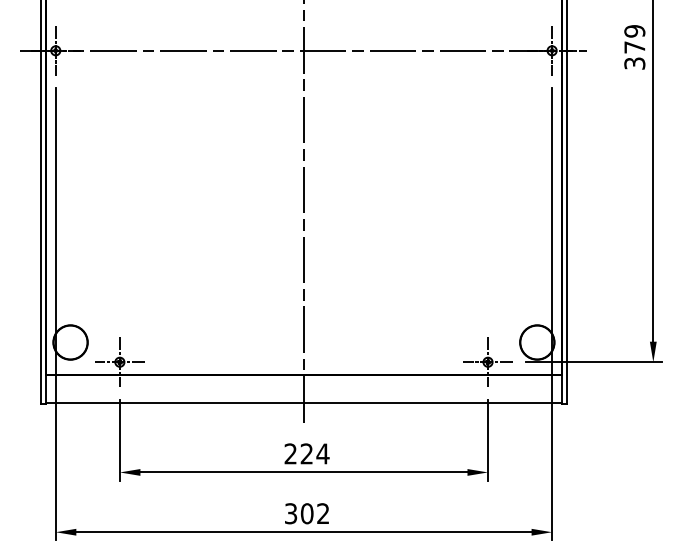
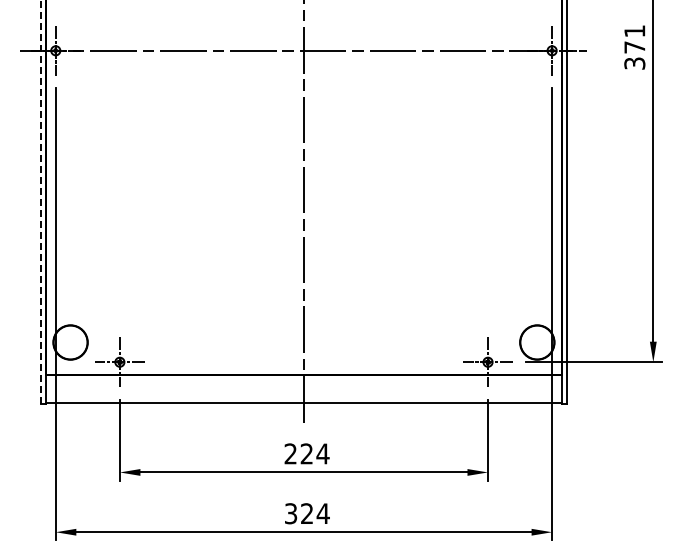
text at (634, 31): 379 -> 371
line at (41, 202): solid -> dashed
text at (314, 513): 302 -> 324
